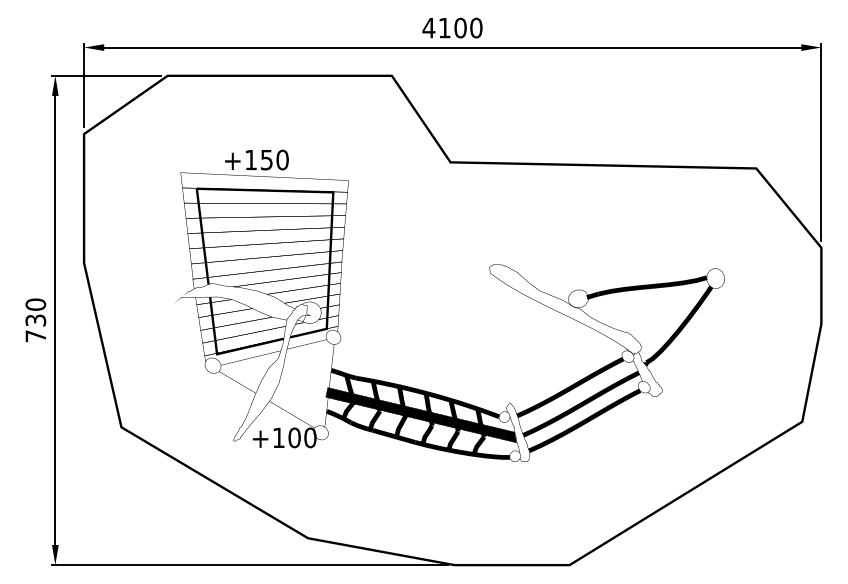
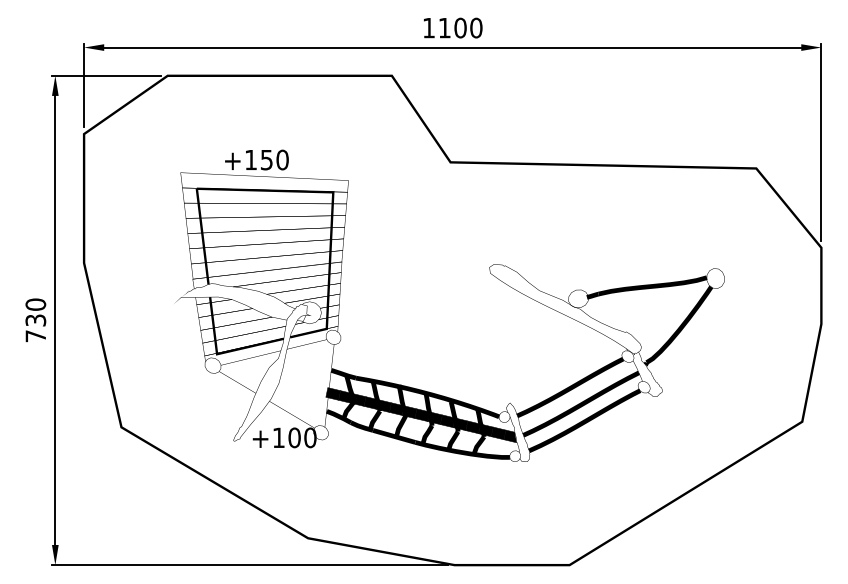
text at (428, 28): 4100 -> 1100
